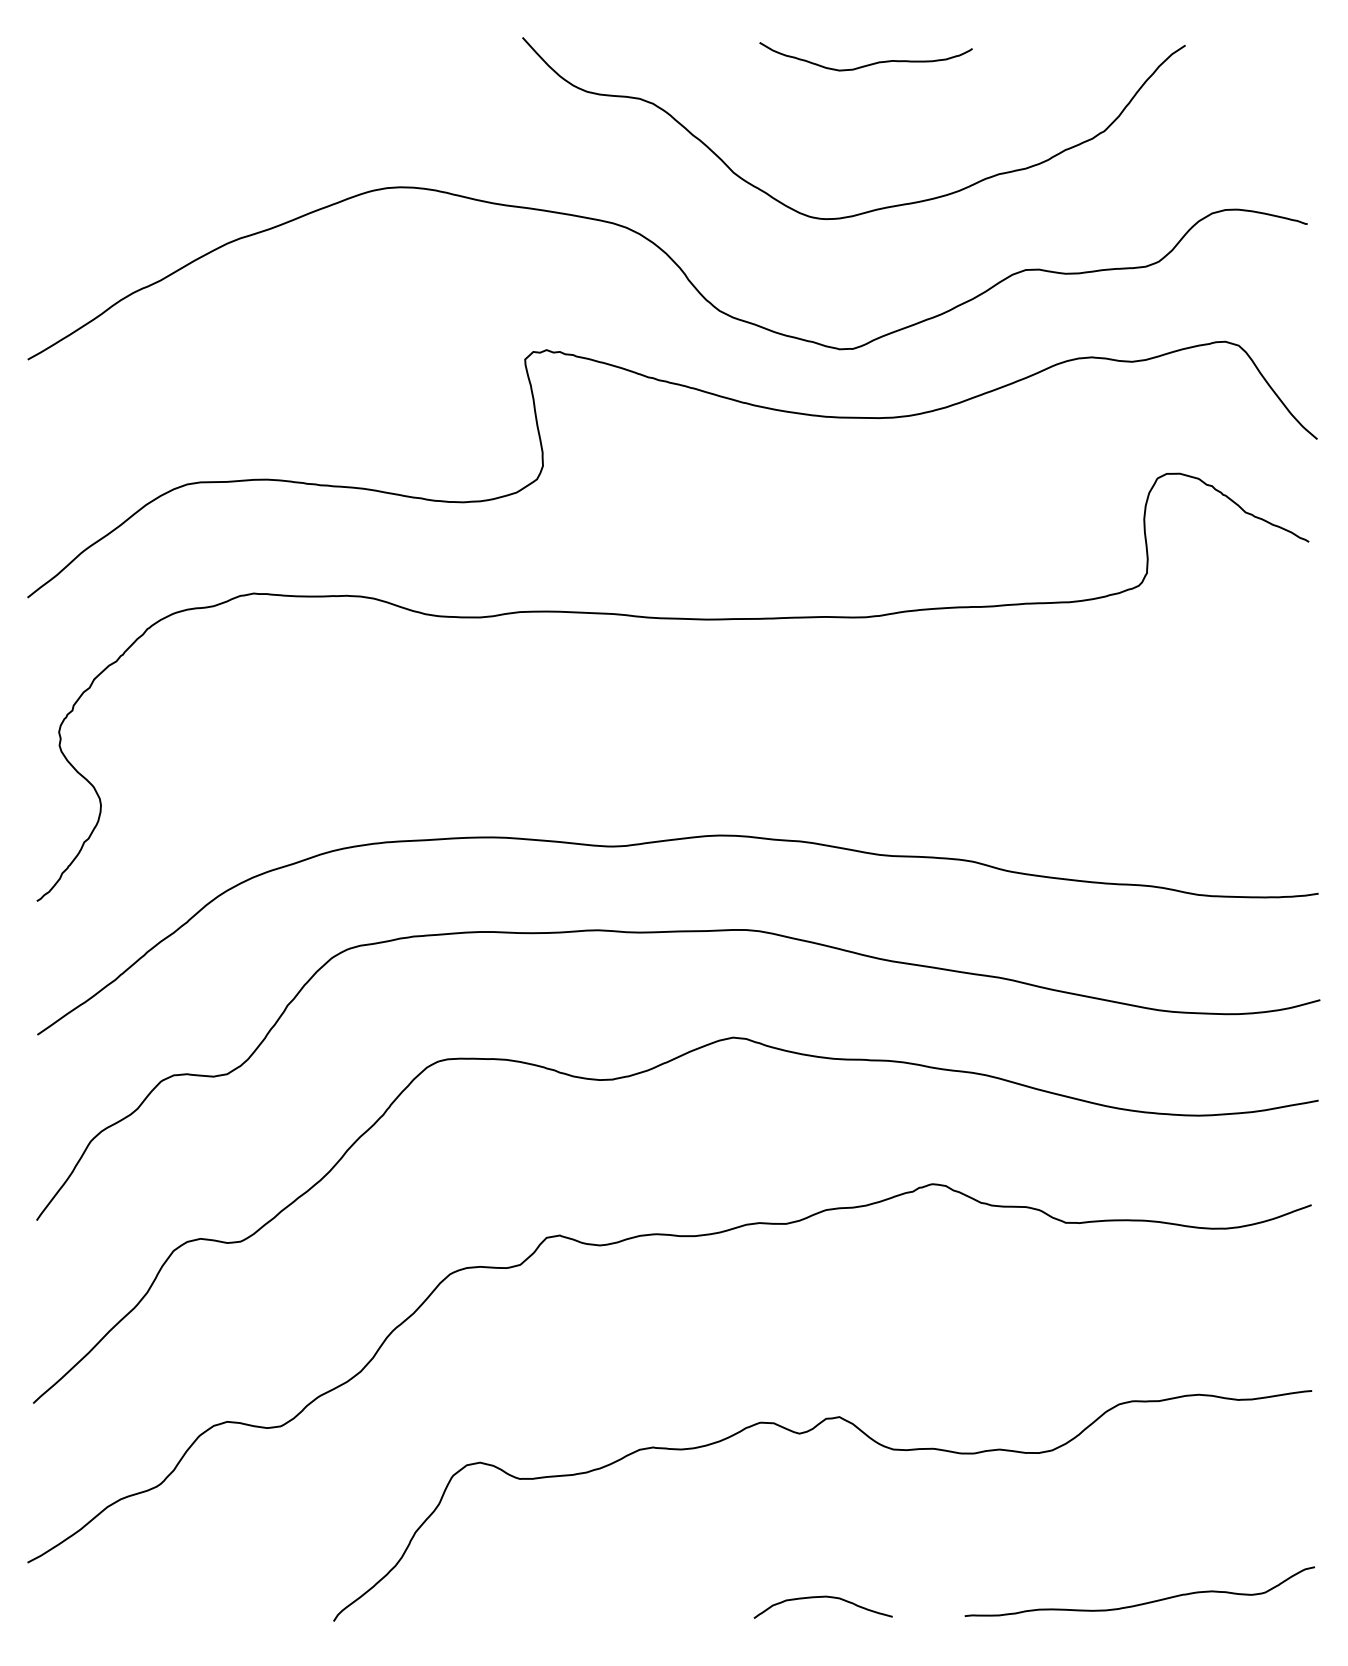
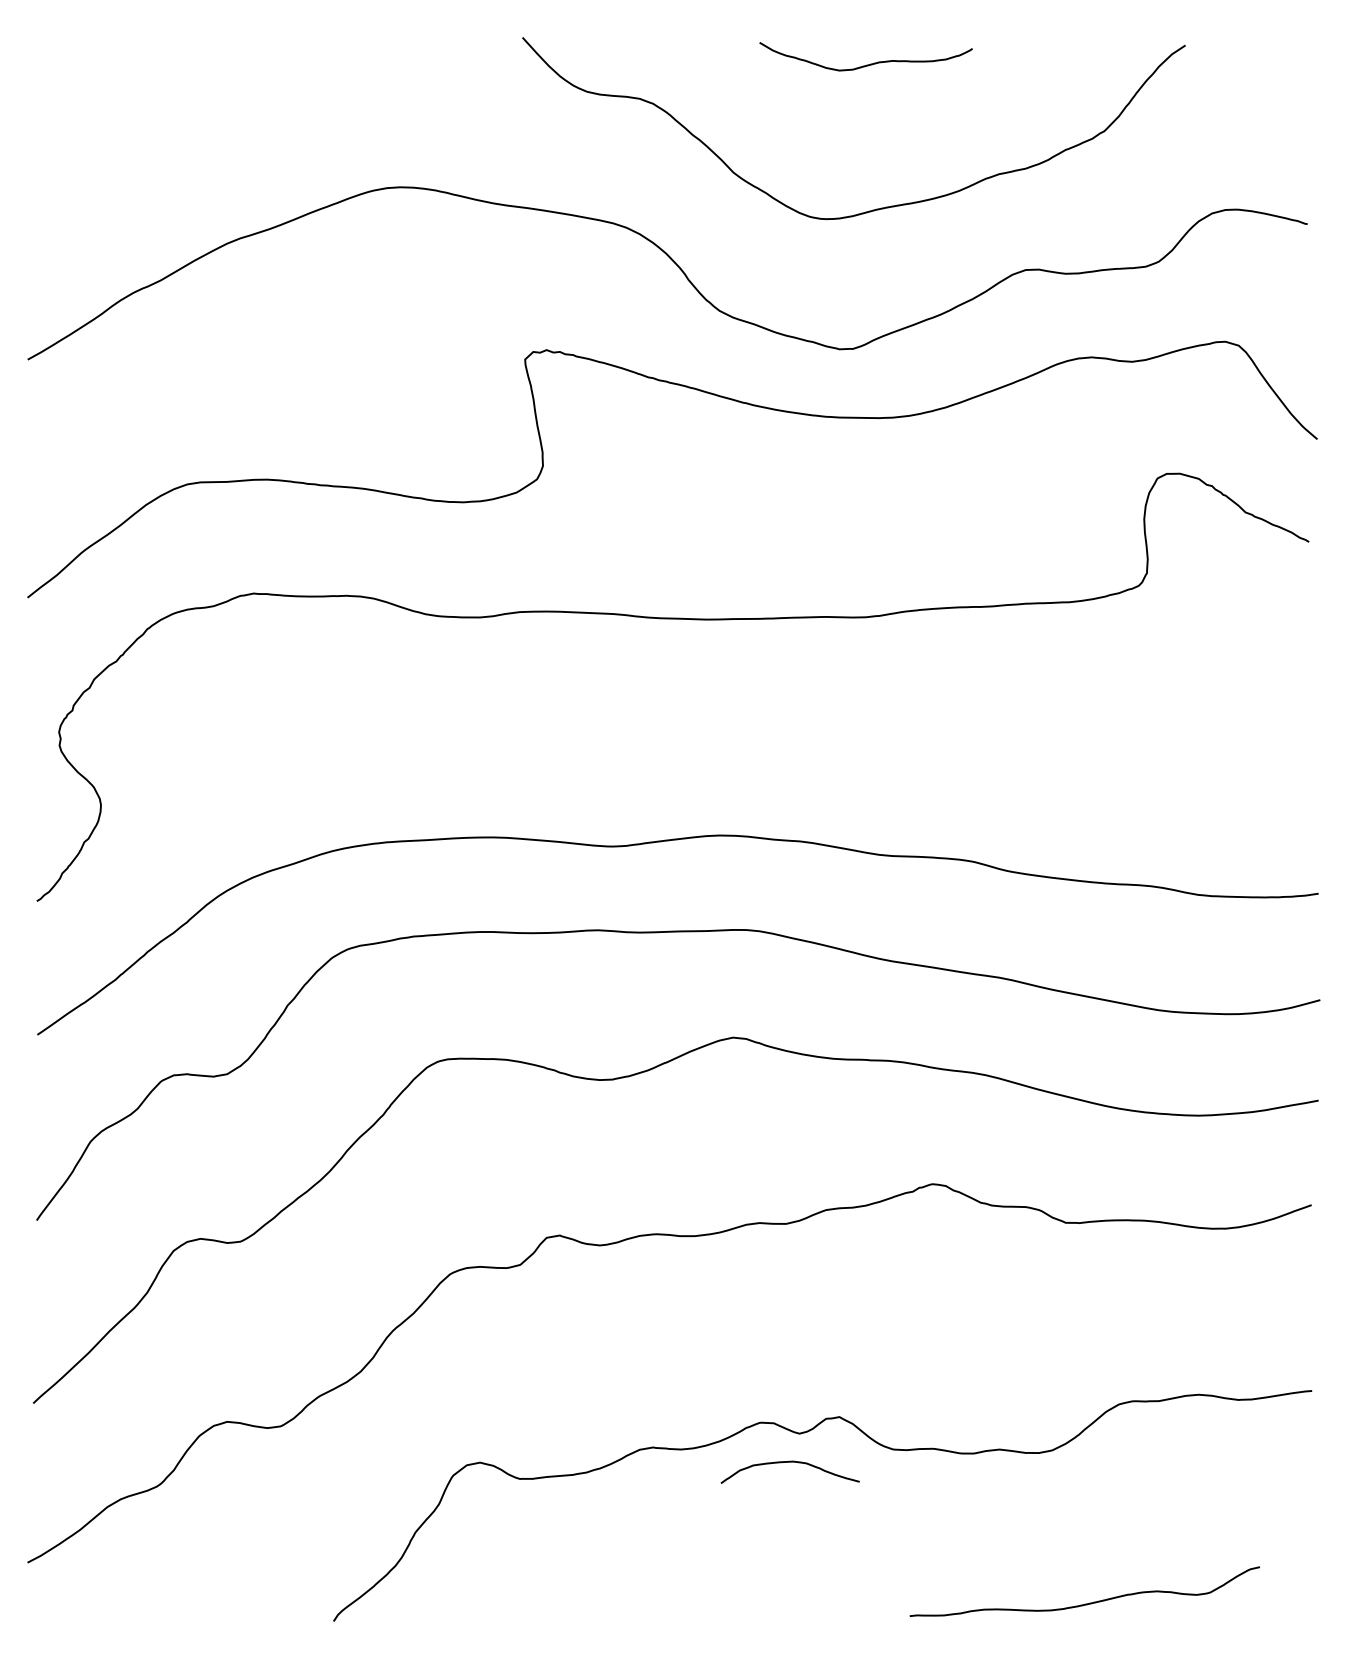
curve at (822, 1597) position: (822, 1597) -> (789, 1462)
curve at (1140, 1603) position: (1140, 1603) -> (1085, 1603)
